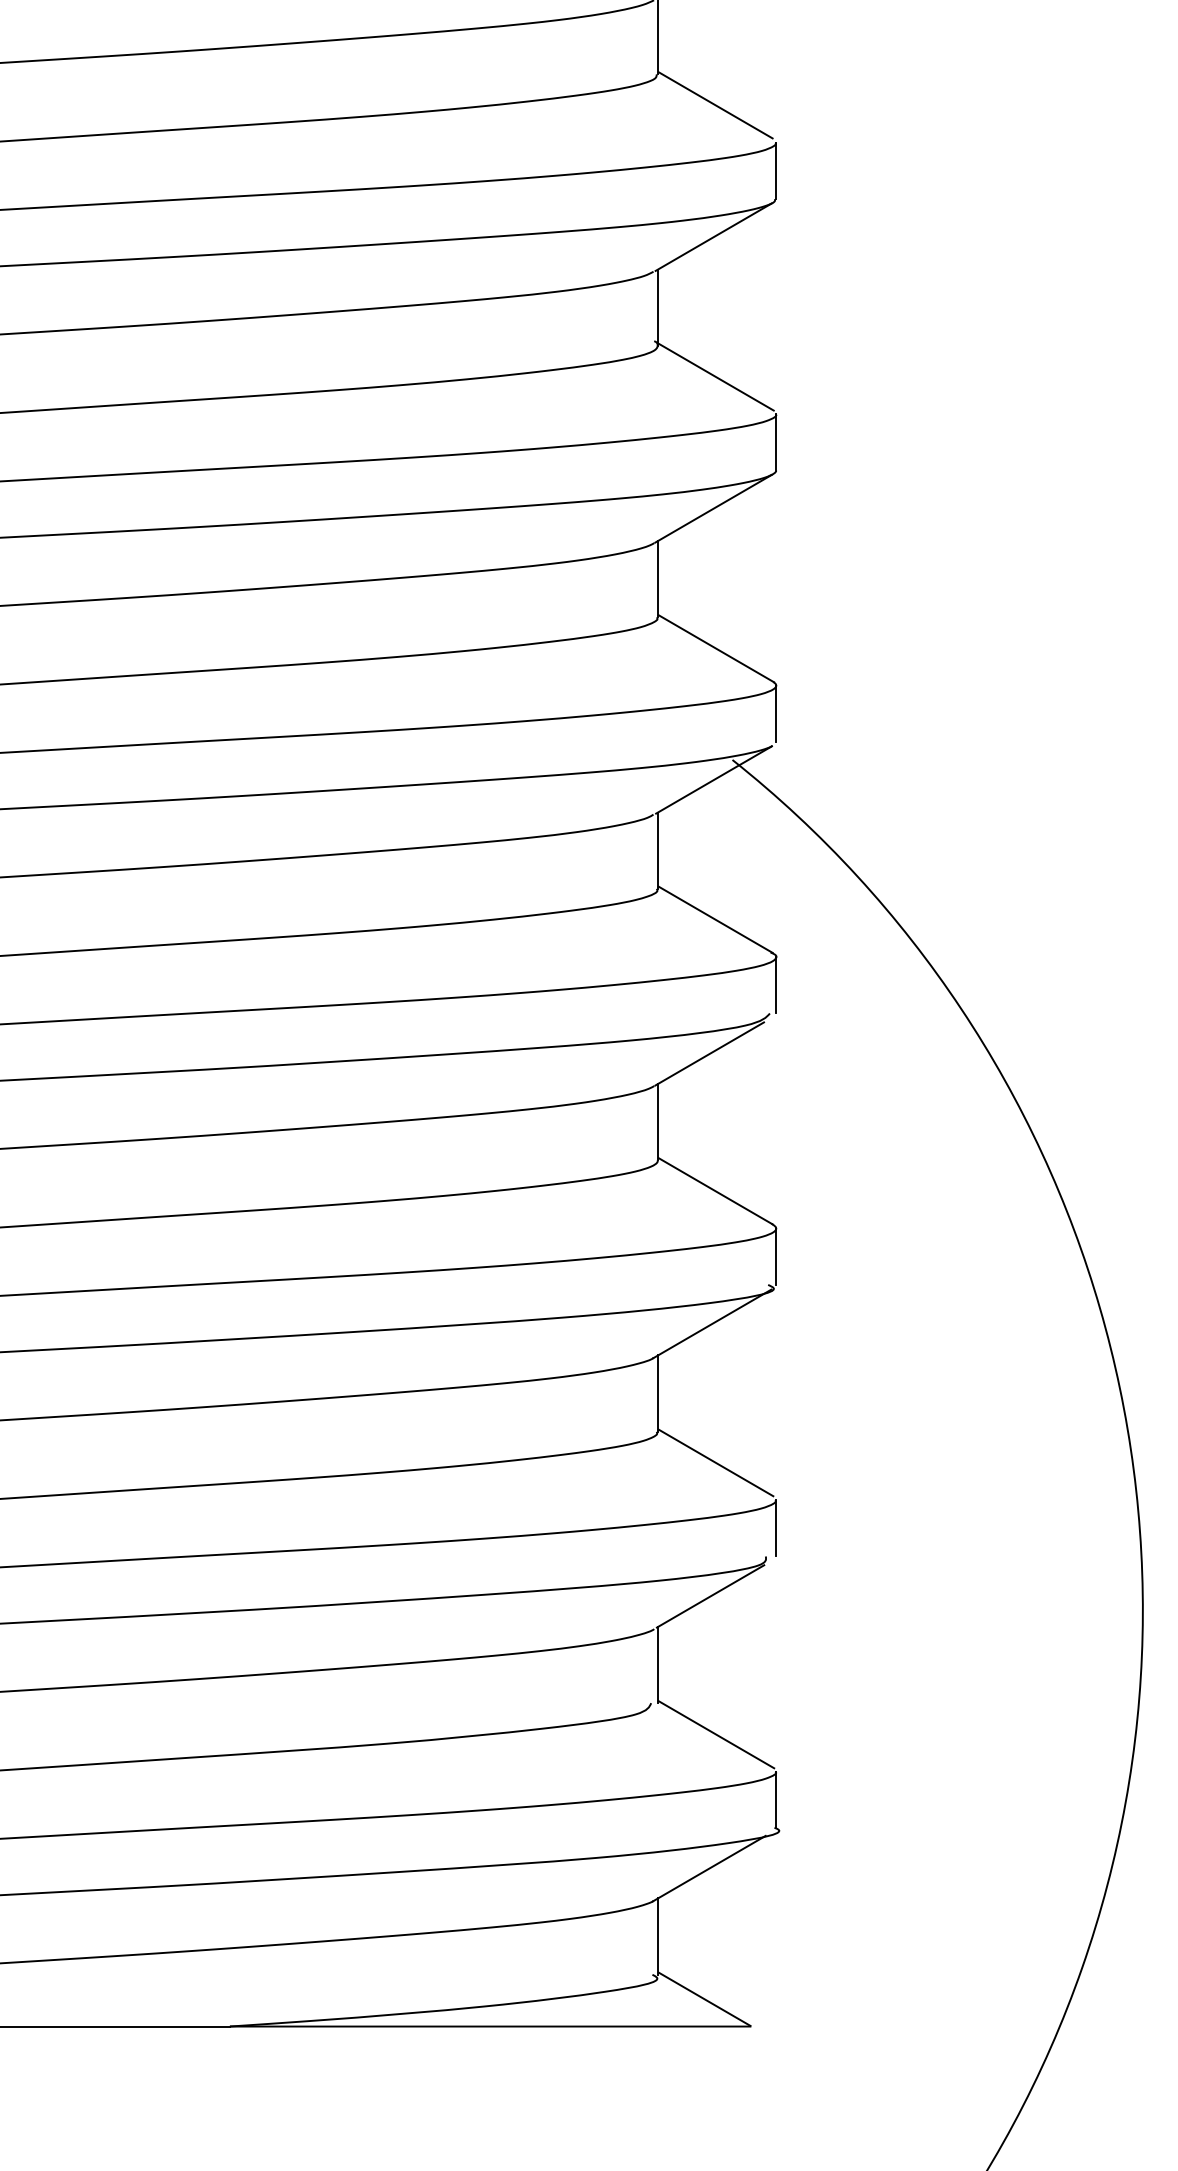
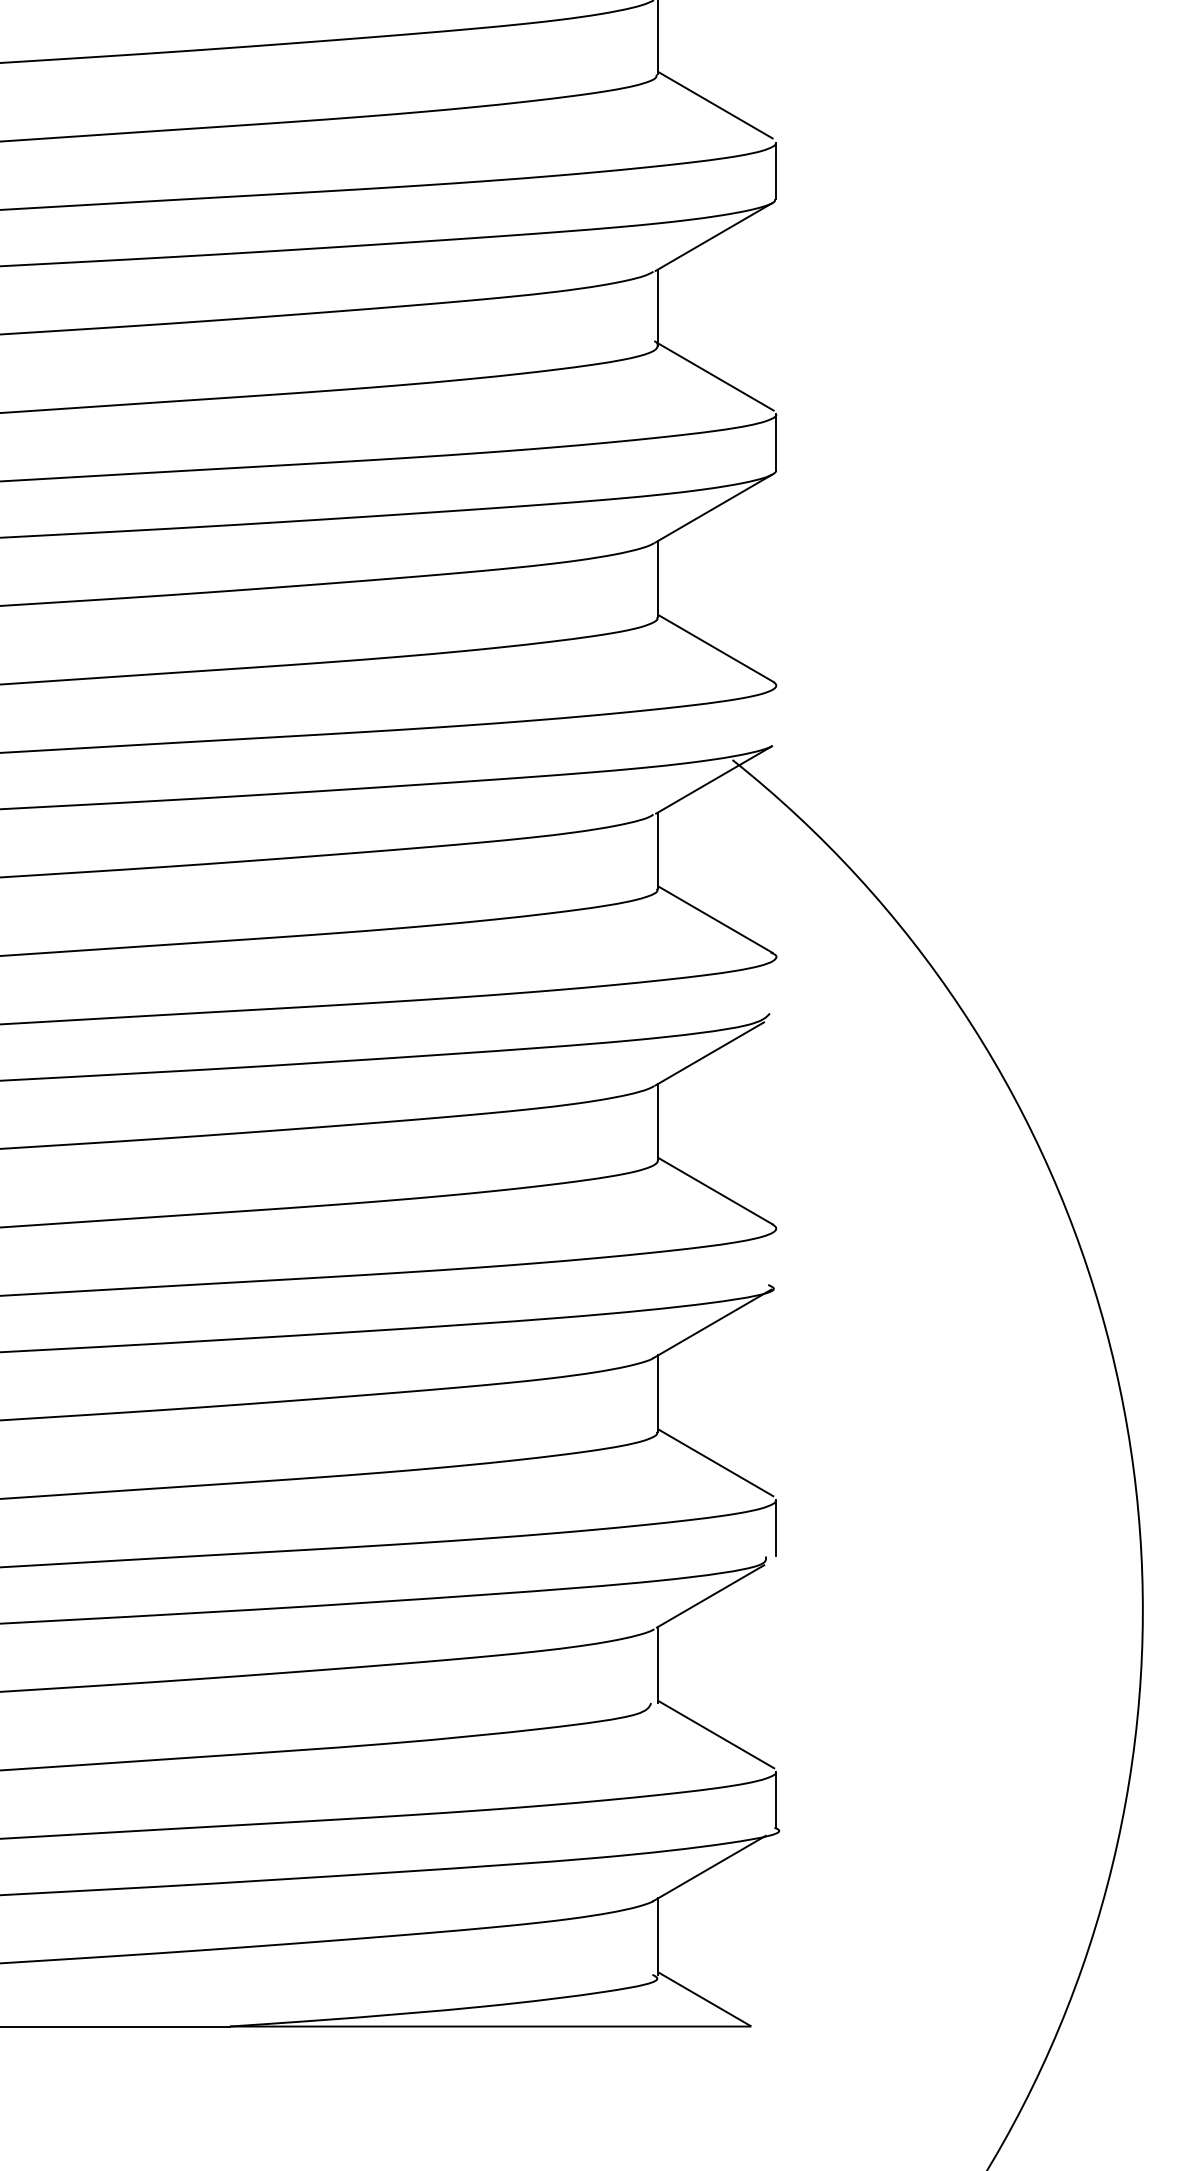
line at (776, 713): present -> none
line at (776, 985): present -> none
line at (776, 1256): present -> none
